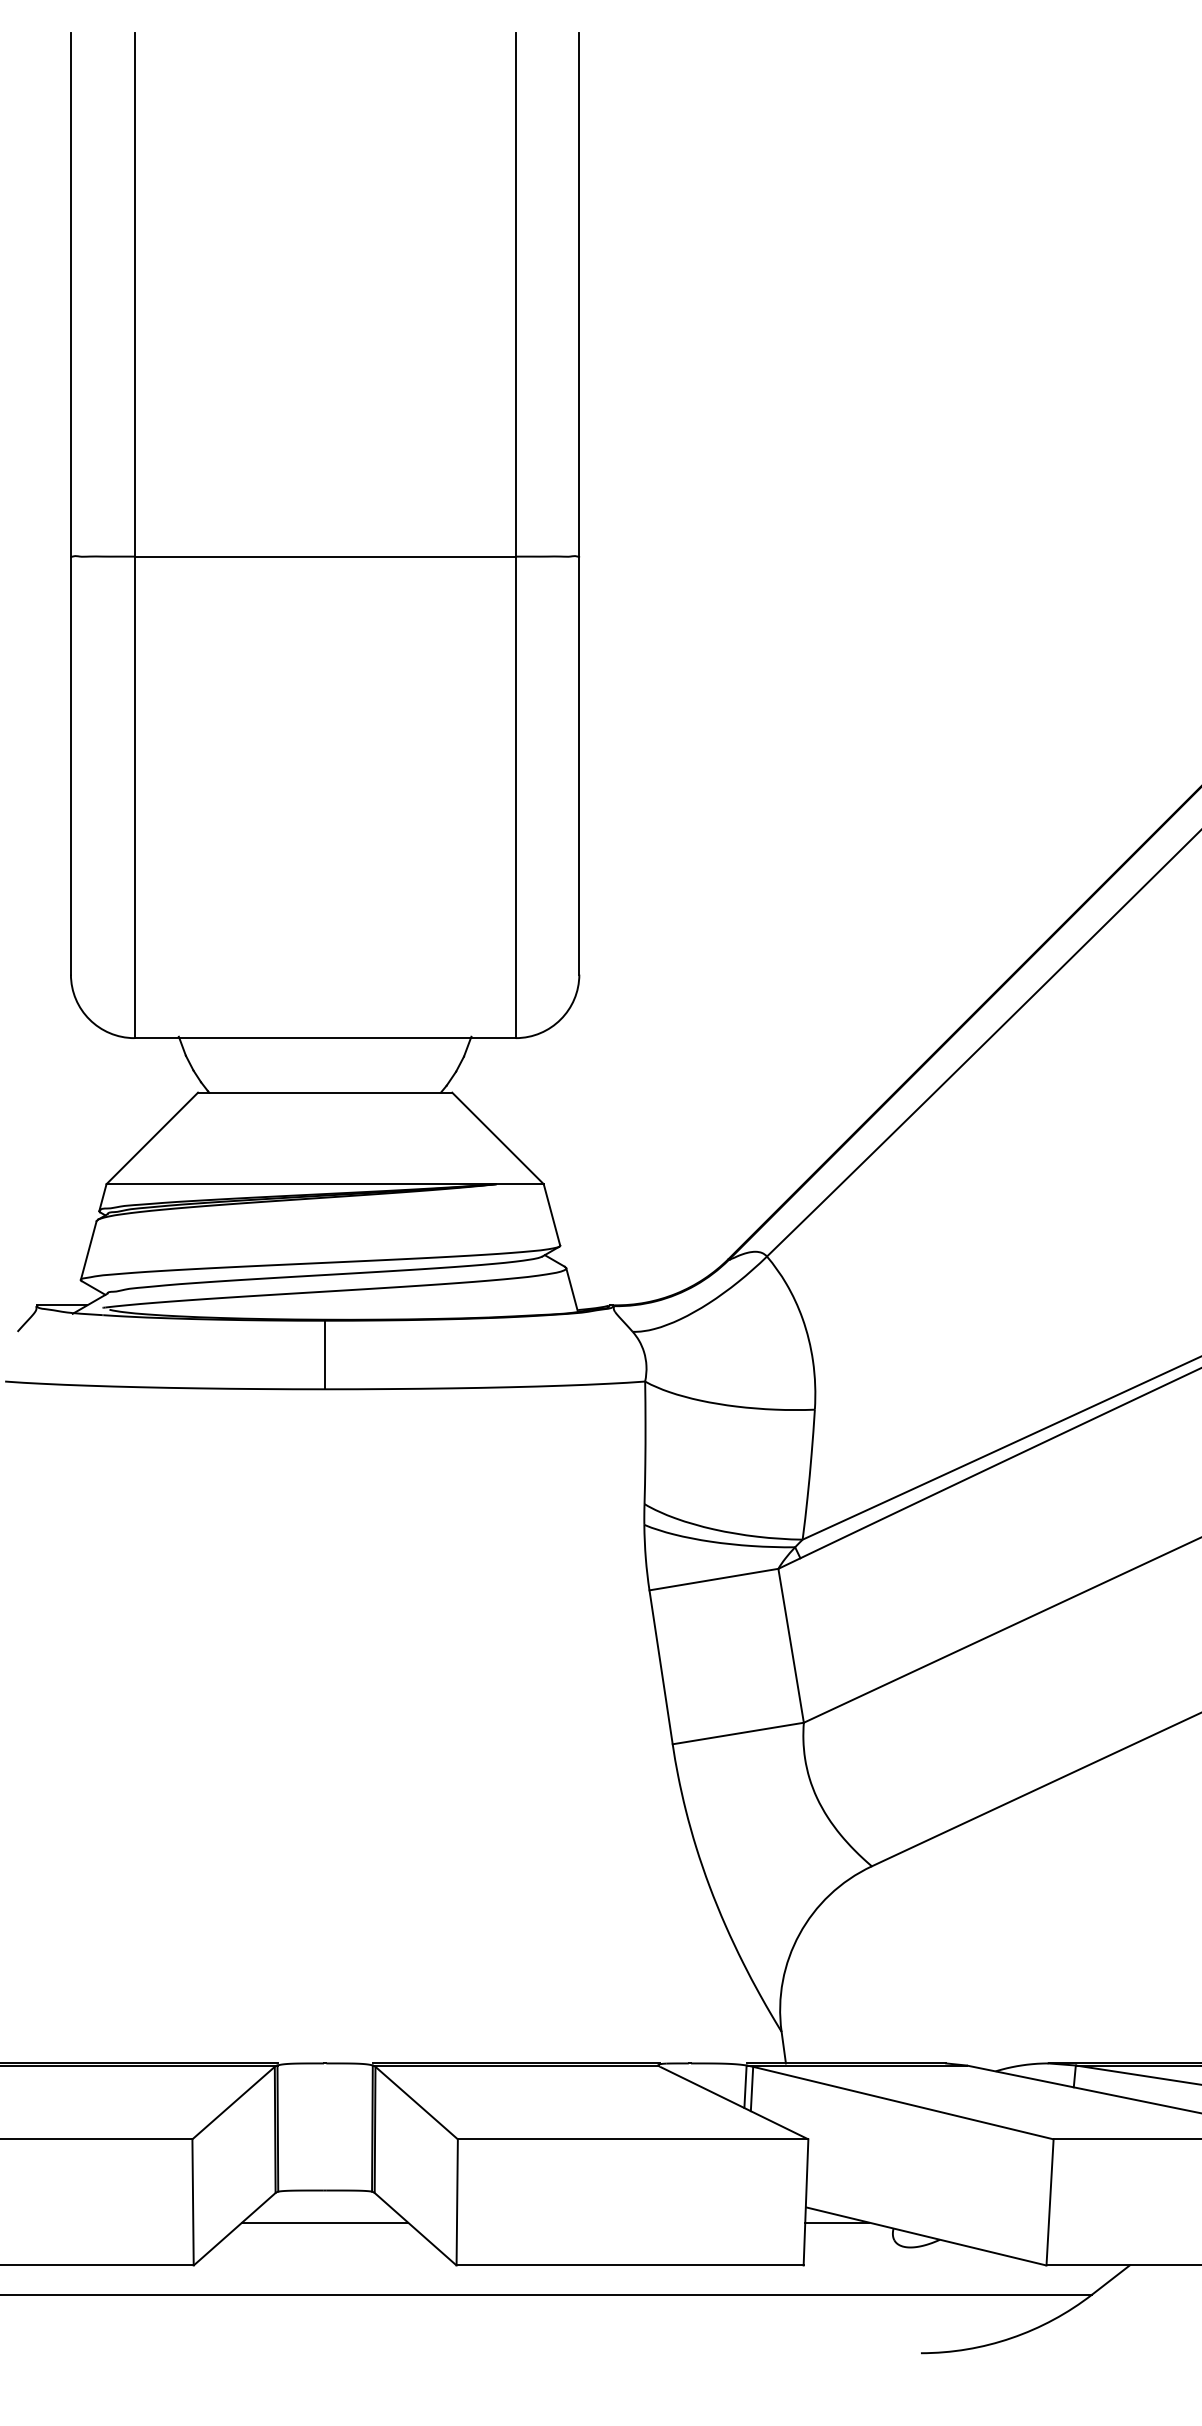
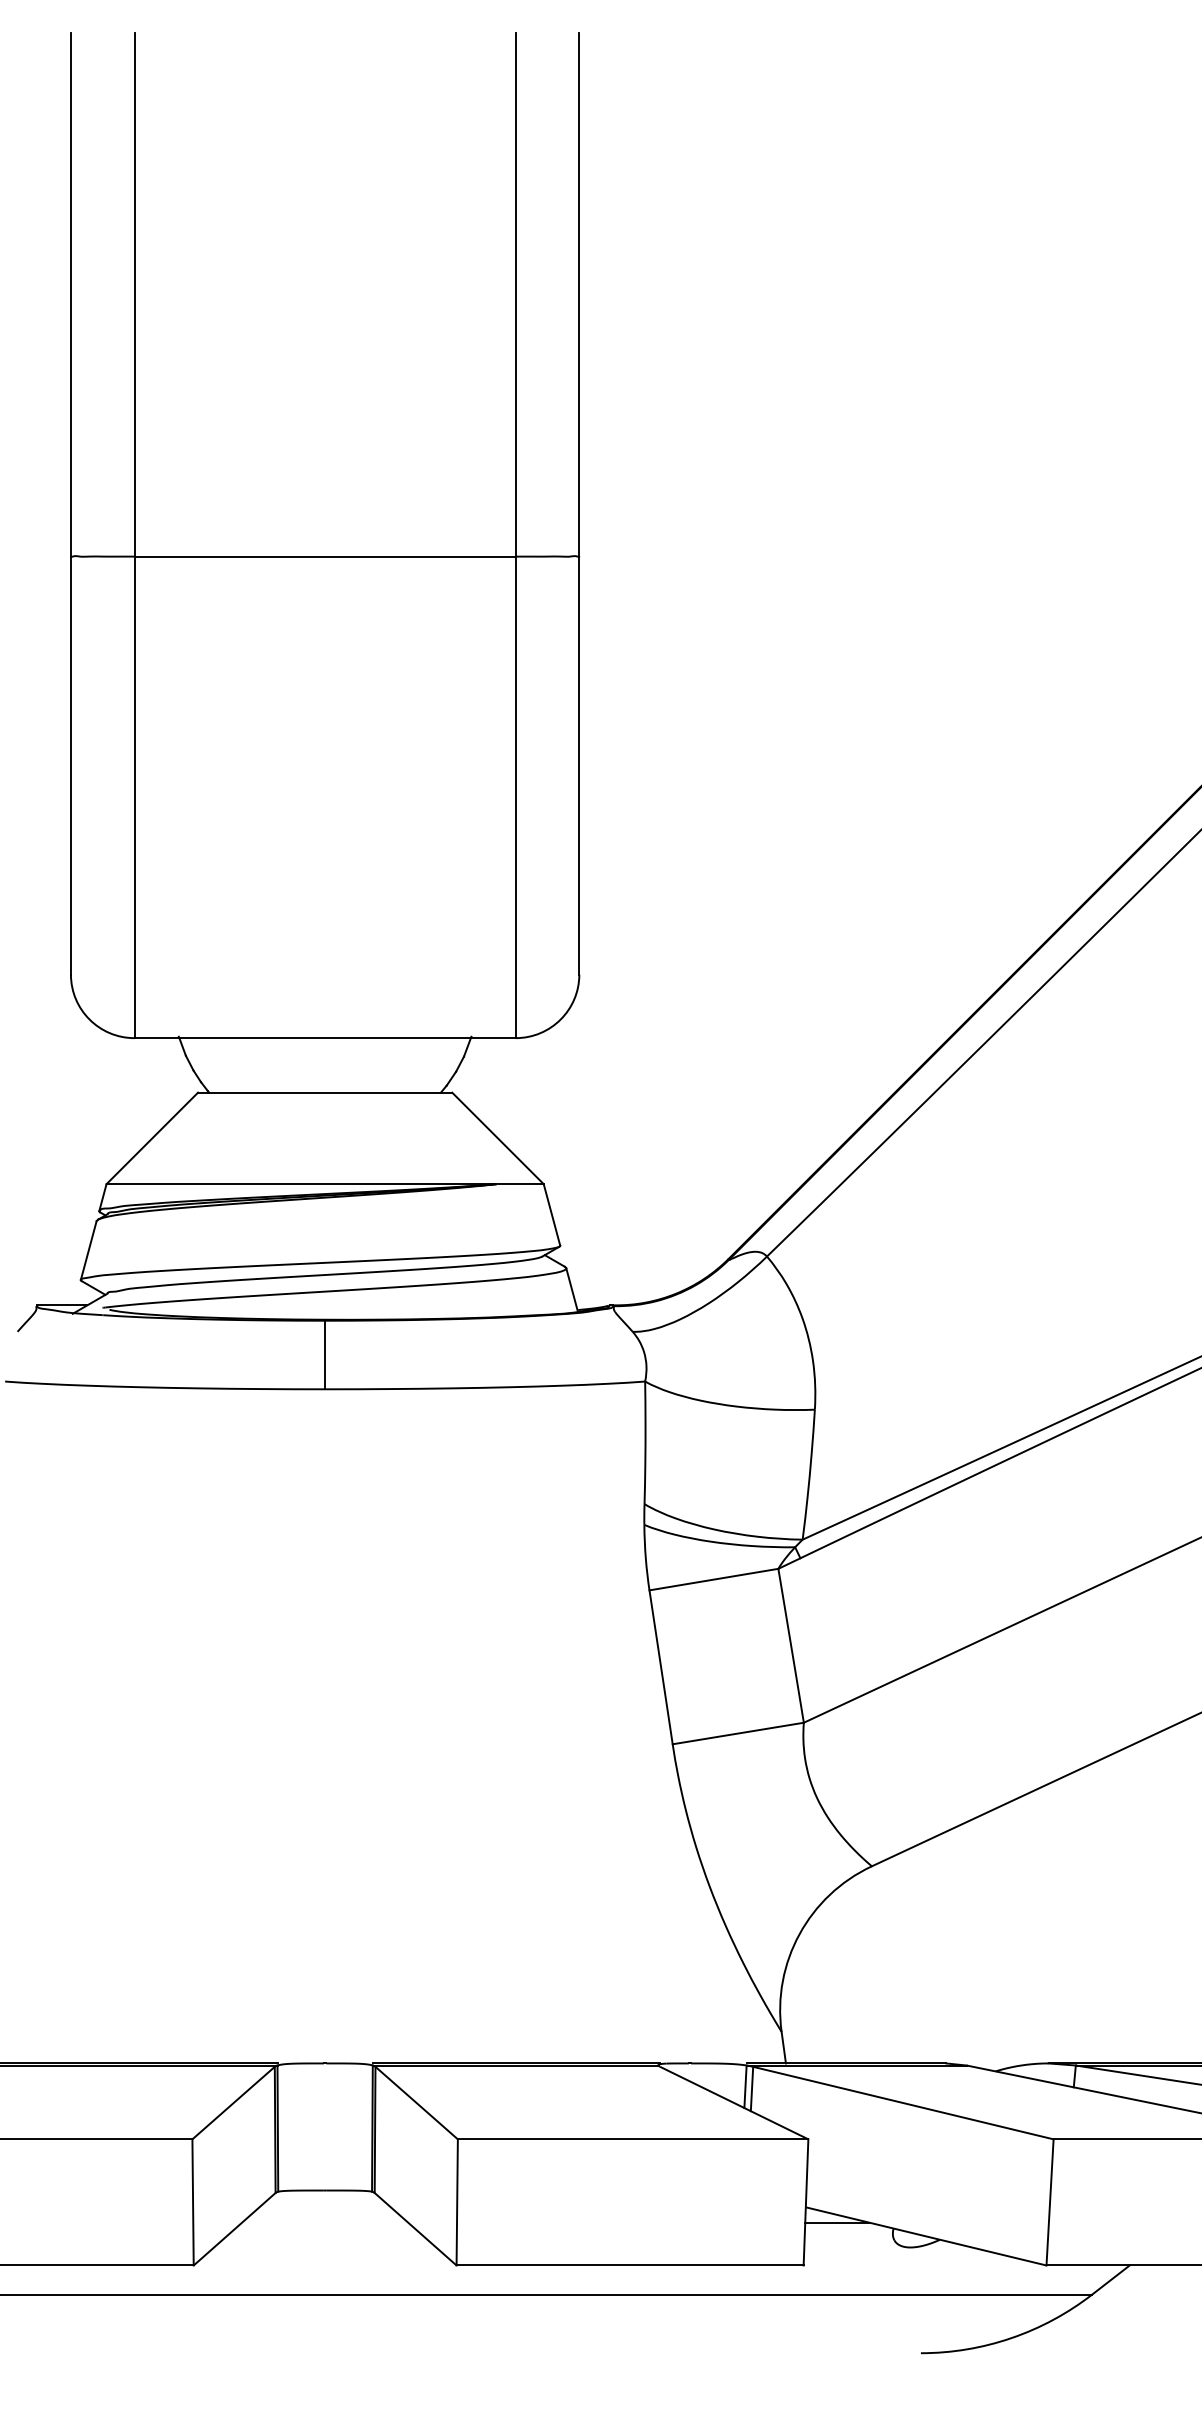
line at (325, 2222): present -> none
